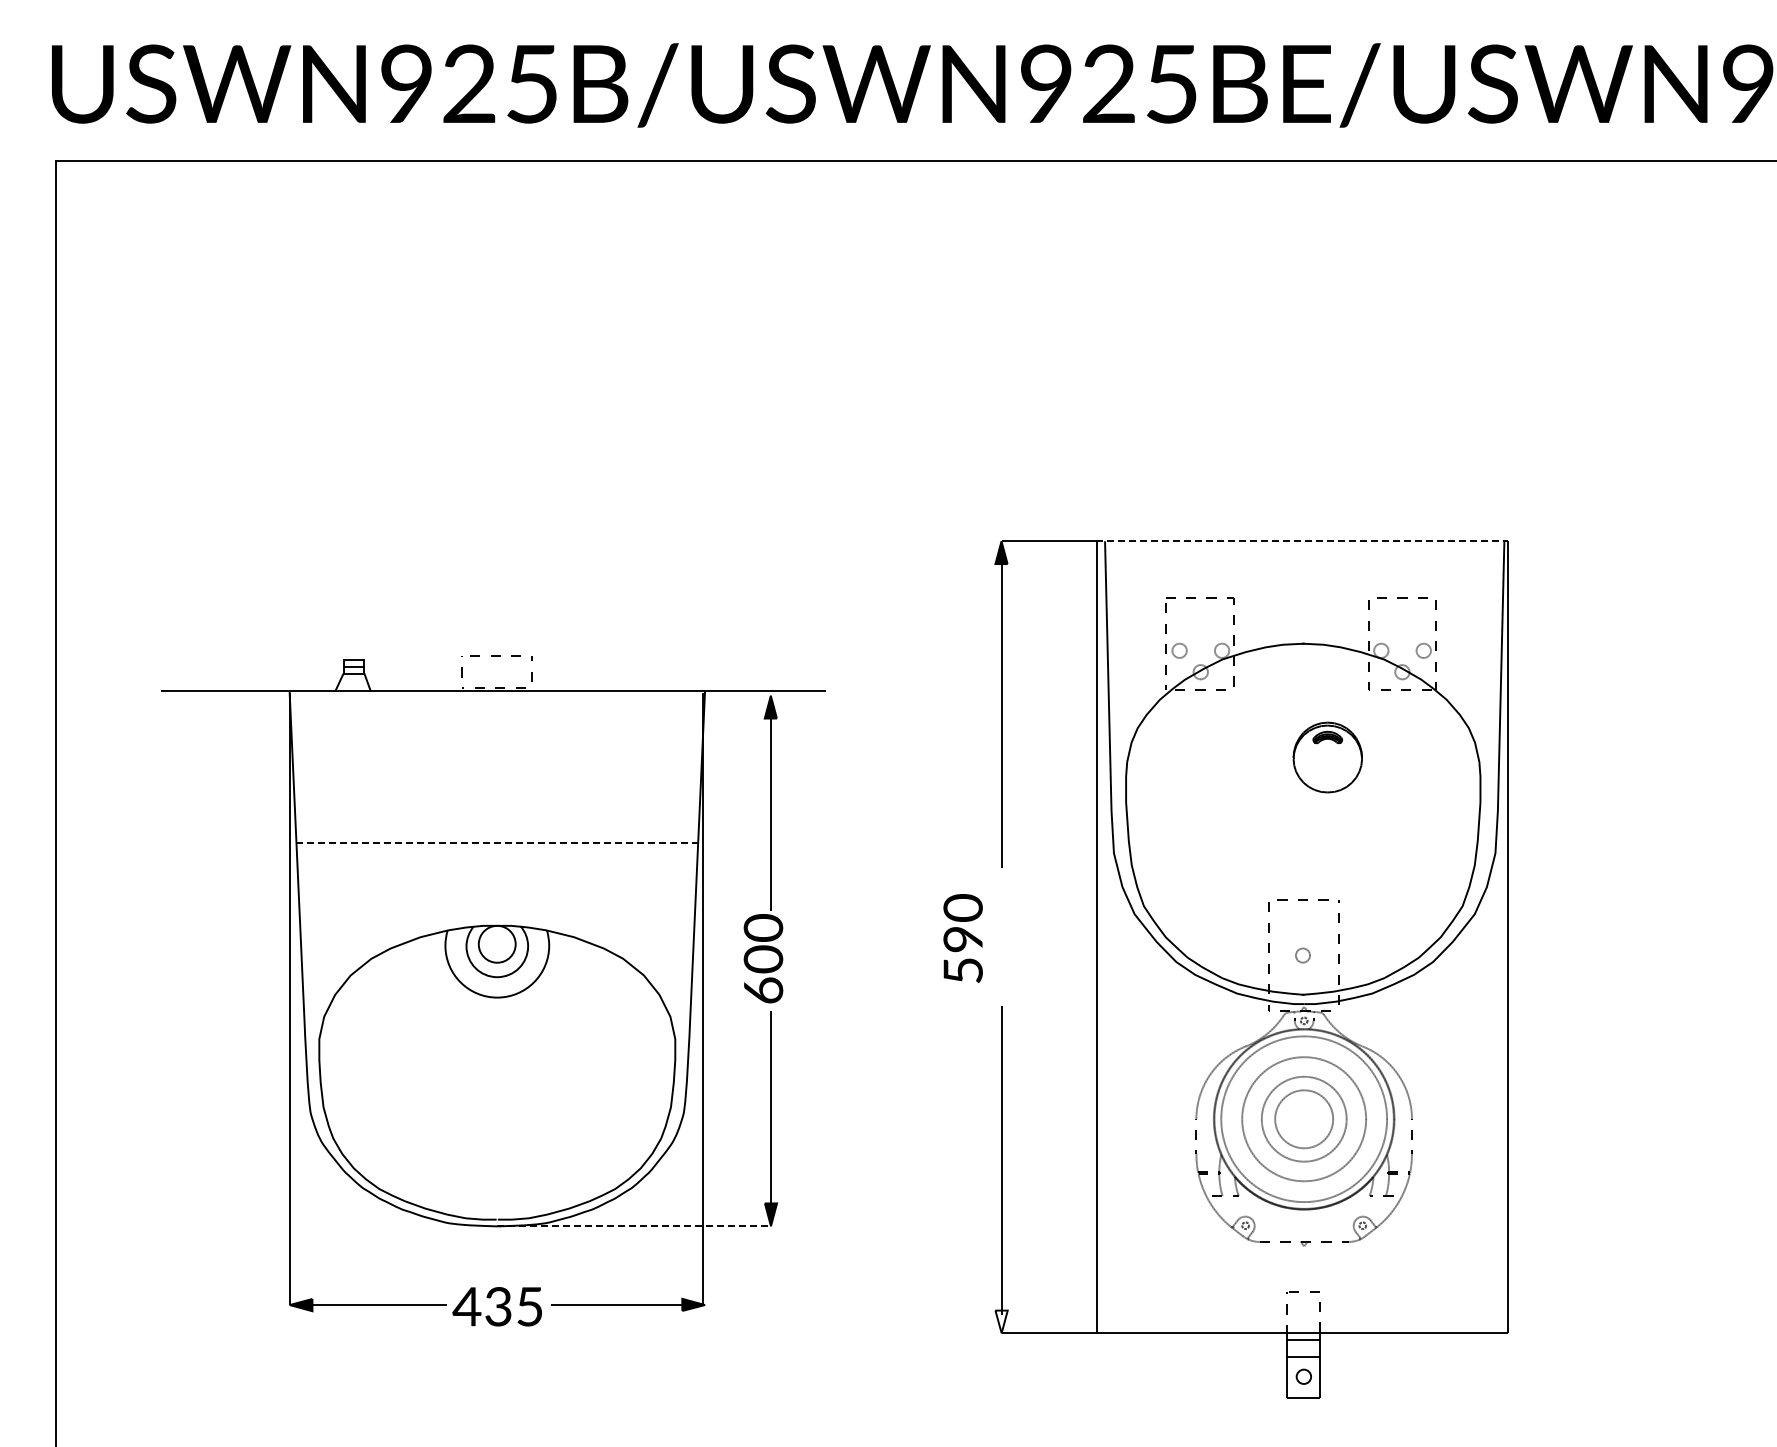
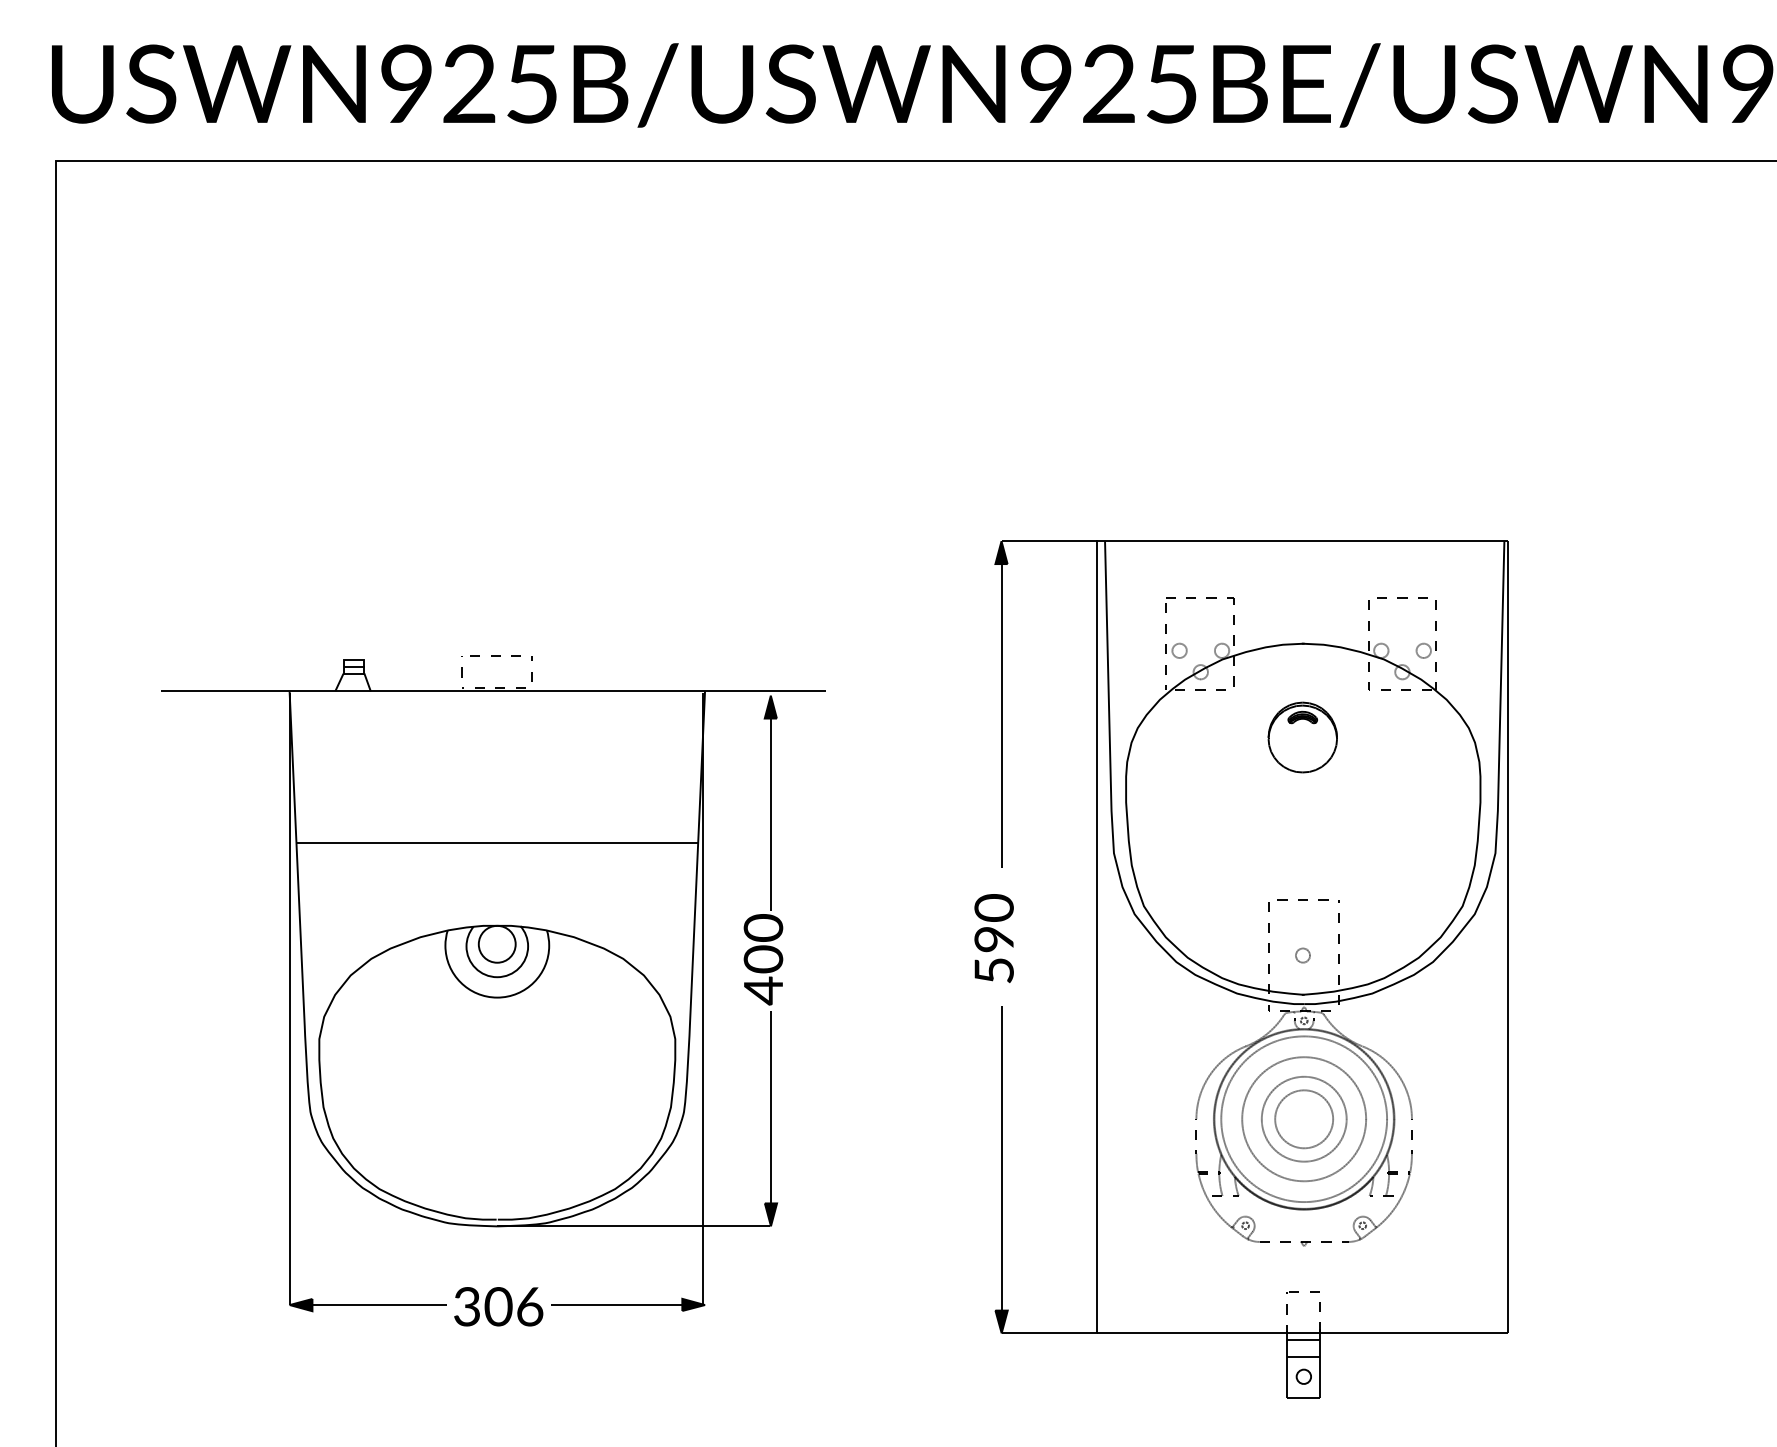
line at (1301, 541): dashed -> solid
part at (1327, 757) position: (1327, 757) -> (1302, 737)
line at (497, 843): dashed -> solid
text at (962, 938) position: (962, 938) -> (993, 938)
text at (763, 990): 600 -> 400
line at (634, 1226): dashed -> solid
text at (497, 1306): 435 -> 306
fill at (1001, 1321): none -> present
